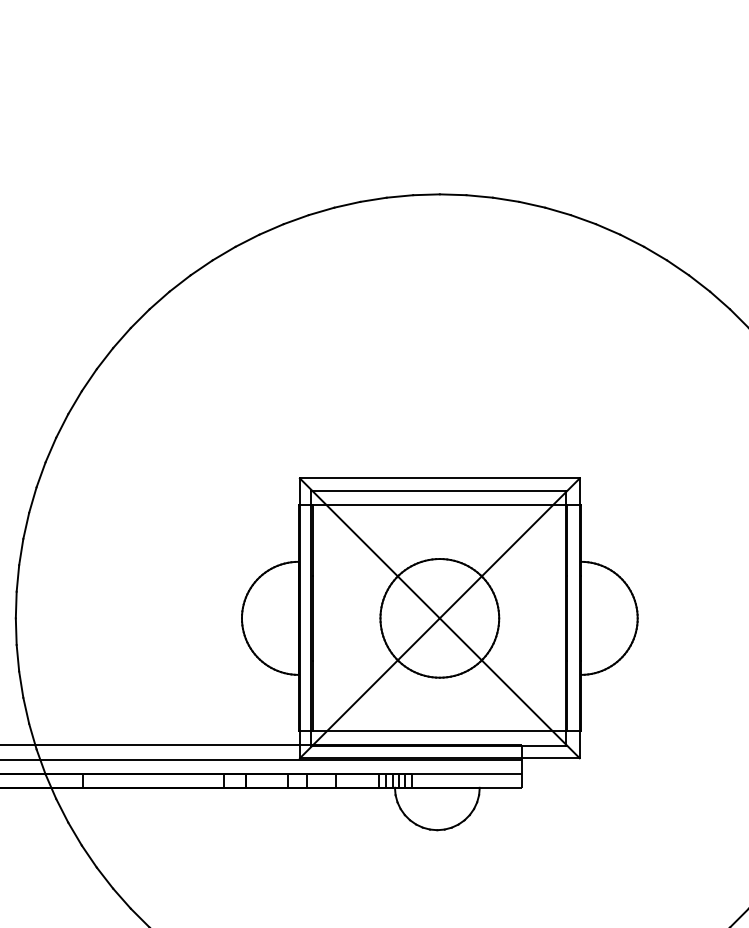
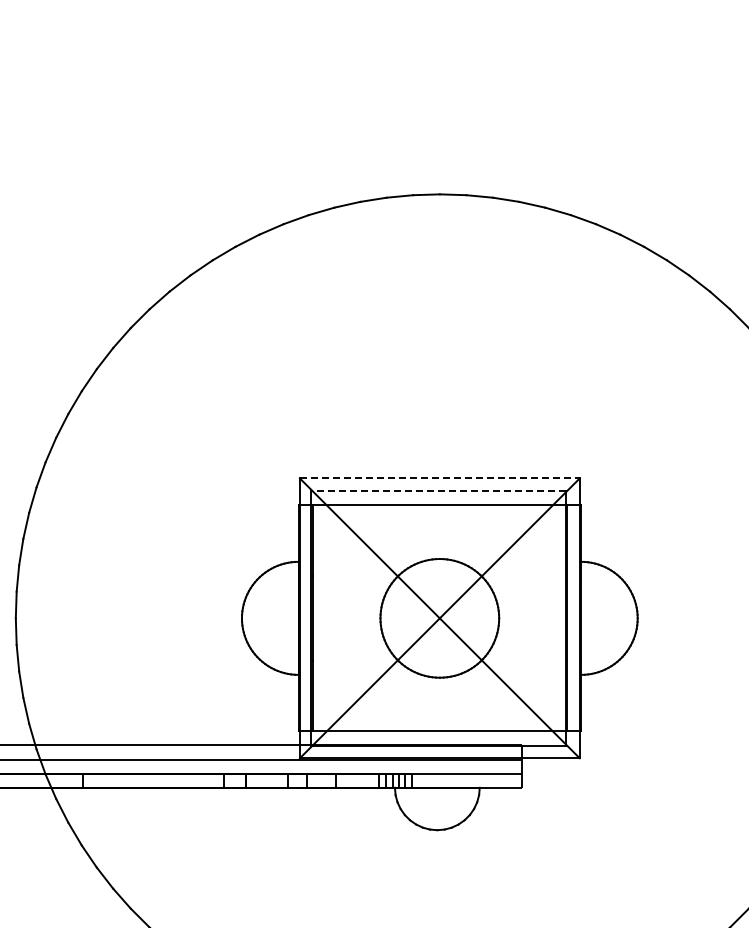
line at (439, 478): solid -> dashed
line at (437, 491): solid -> dashed
